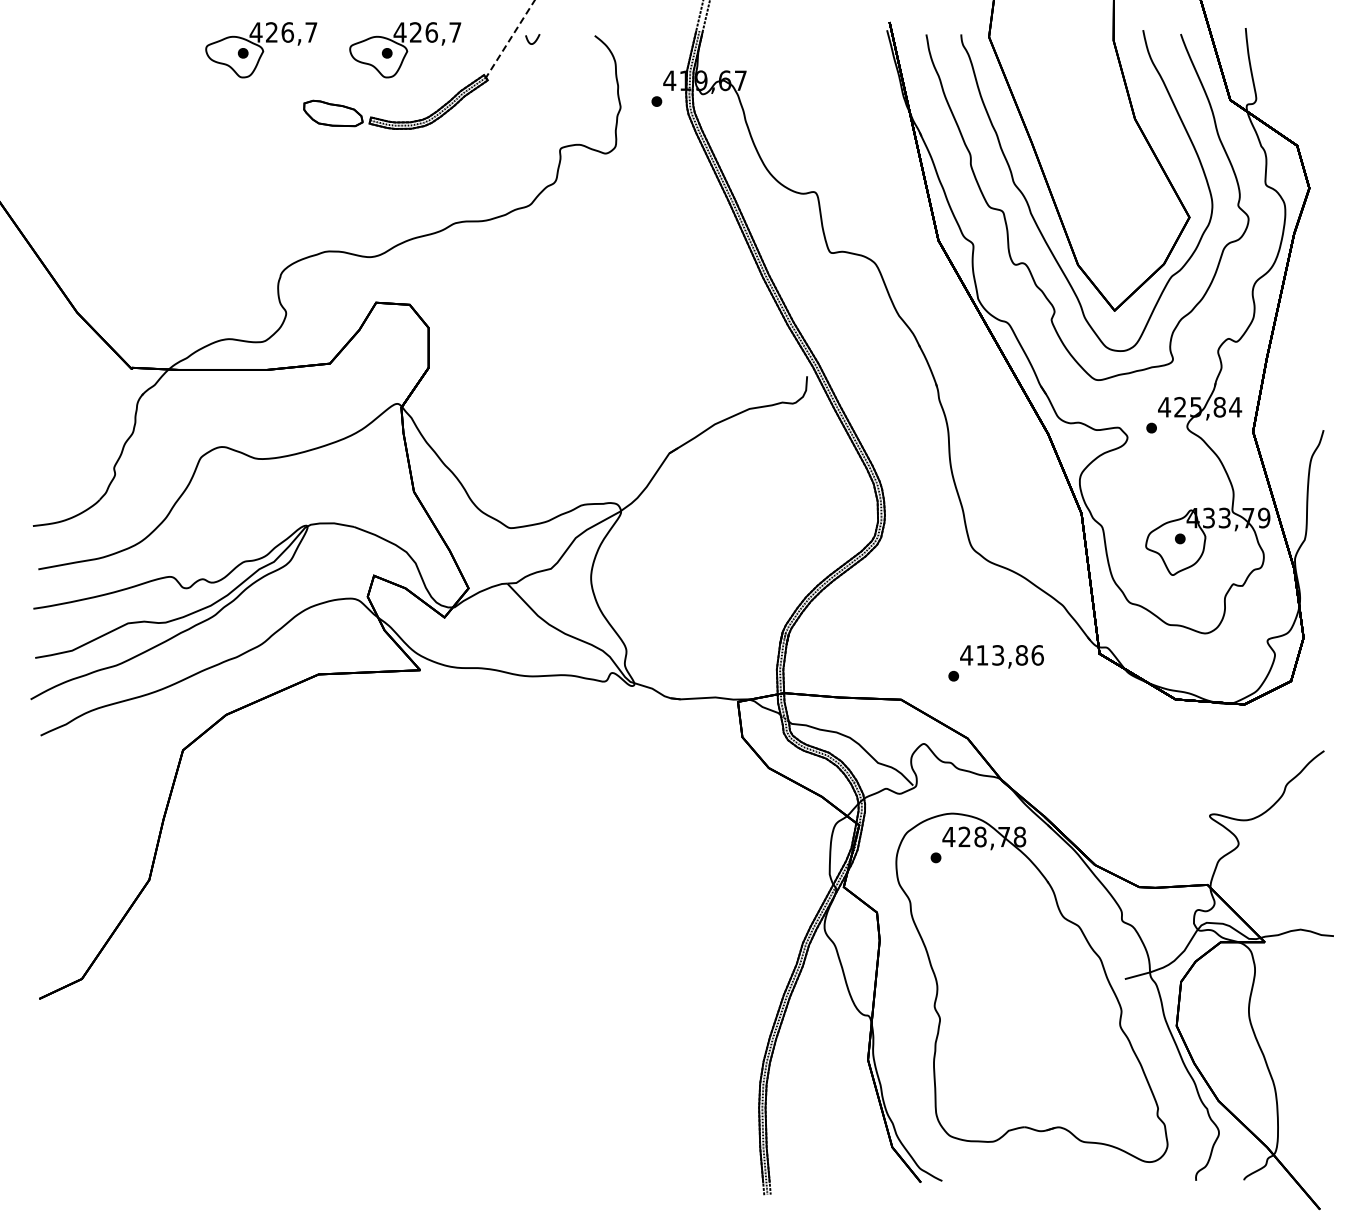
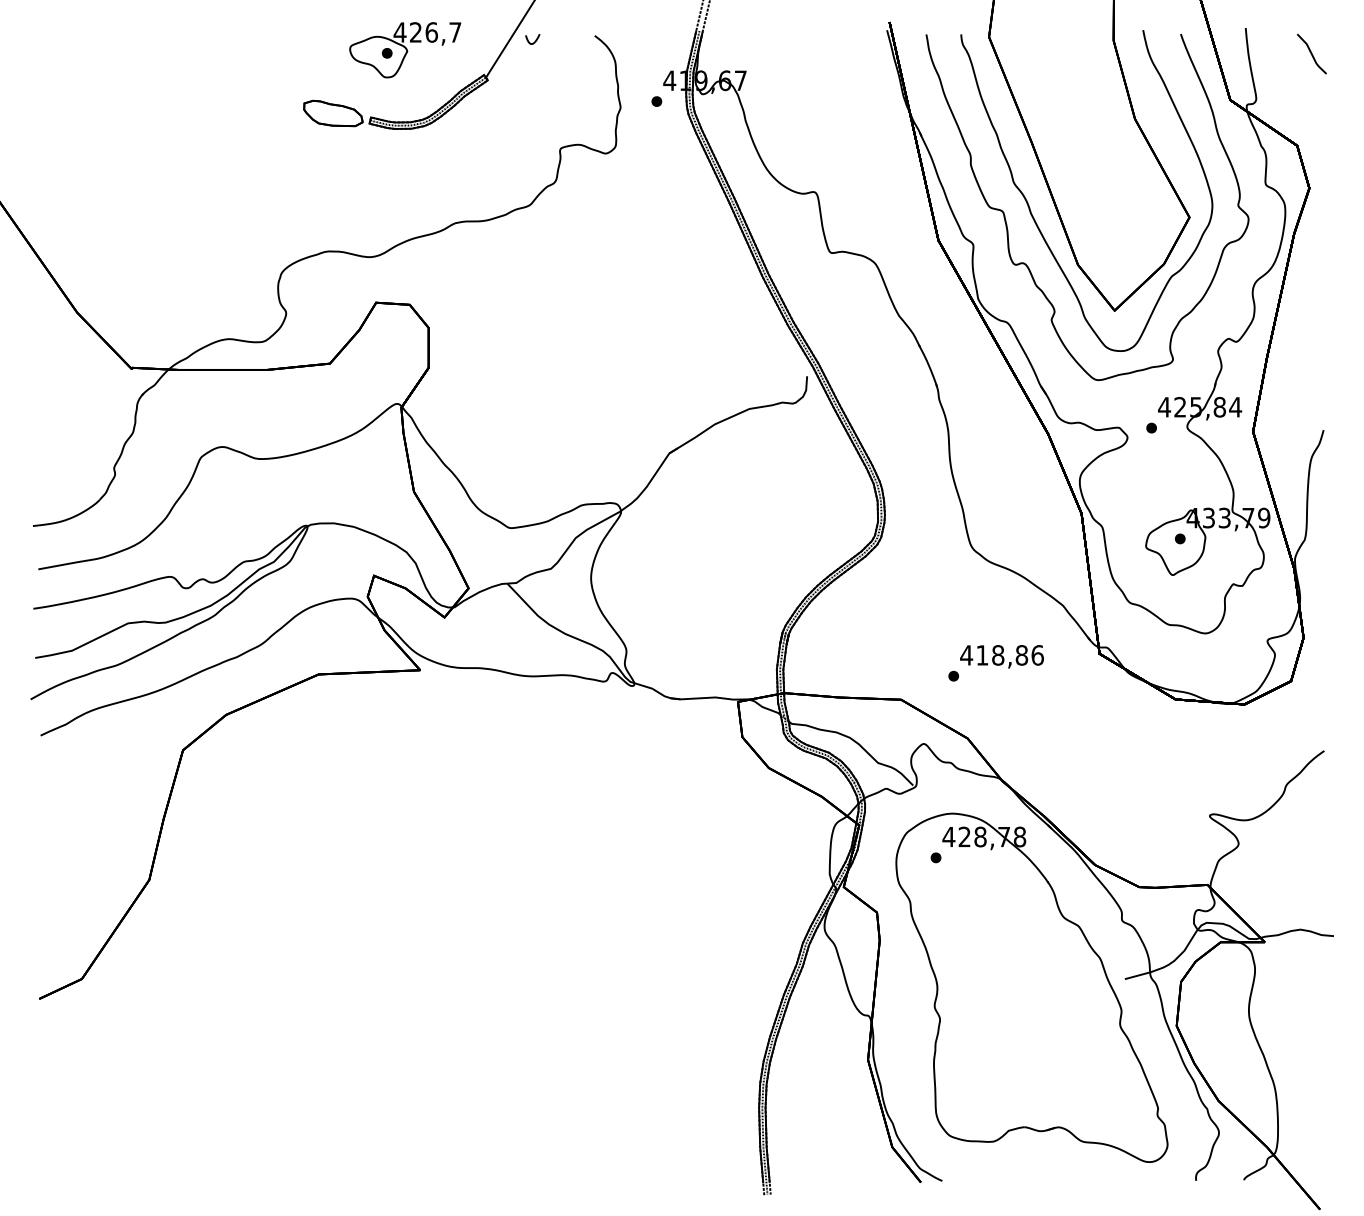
line at (510, 39): dashed -> solid
part at (261, 50): present -> none
curve at (1311, 53): none -> present
text at (998, 655): 413,86 -> 418,86
